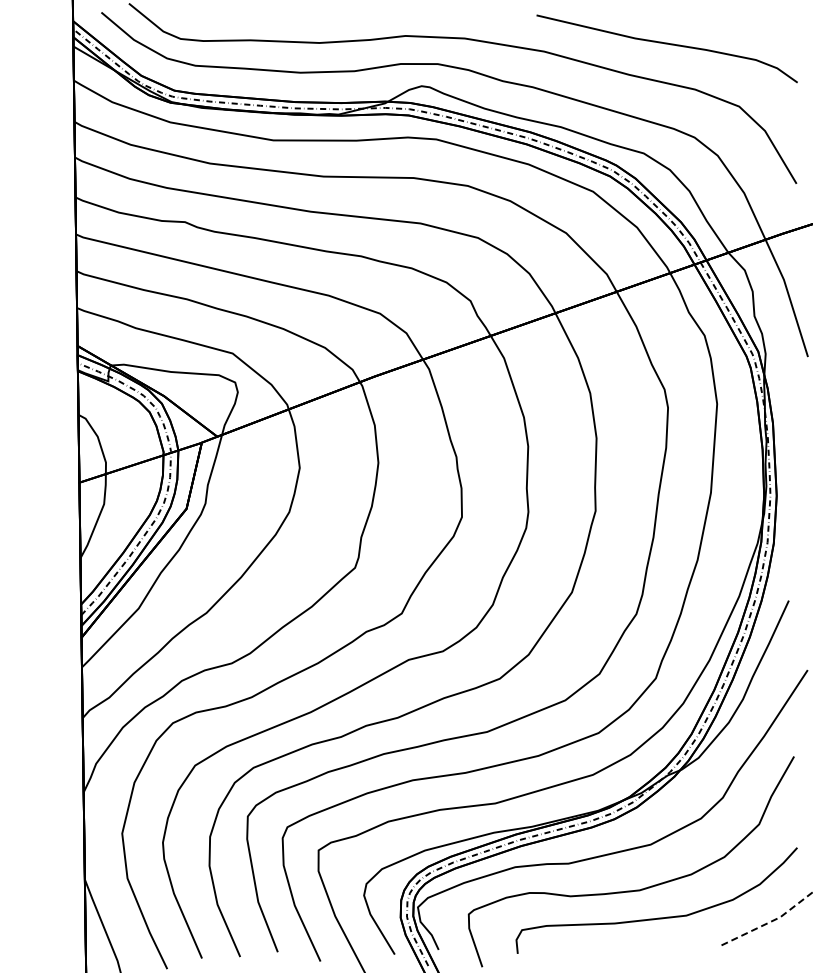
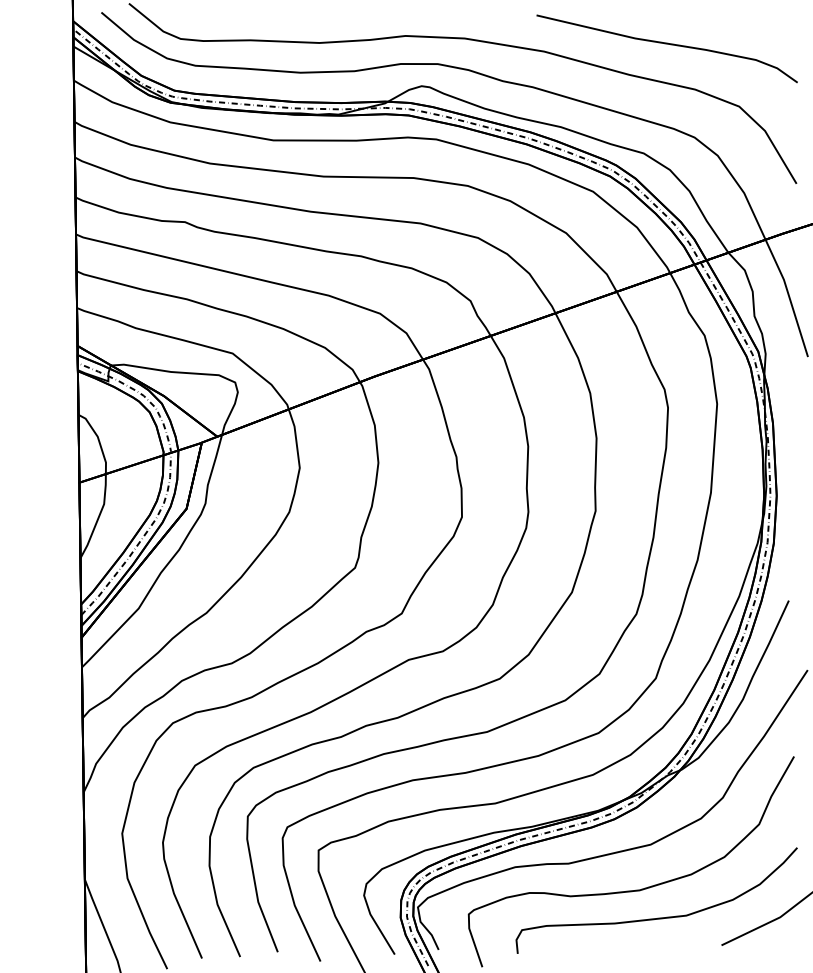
line at (769, 922): dashed -> solid
